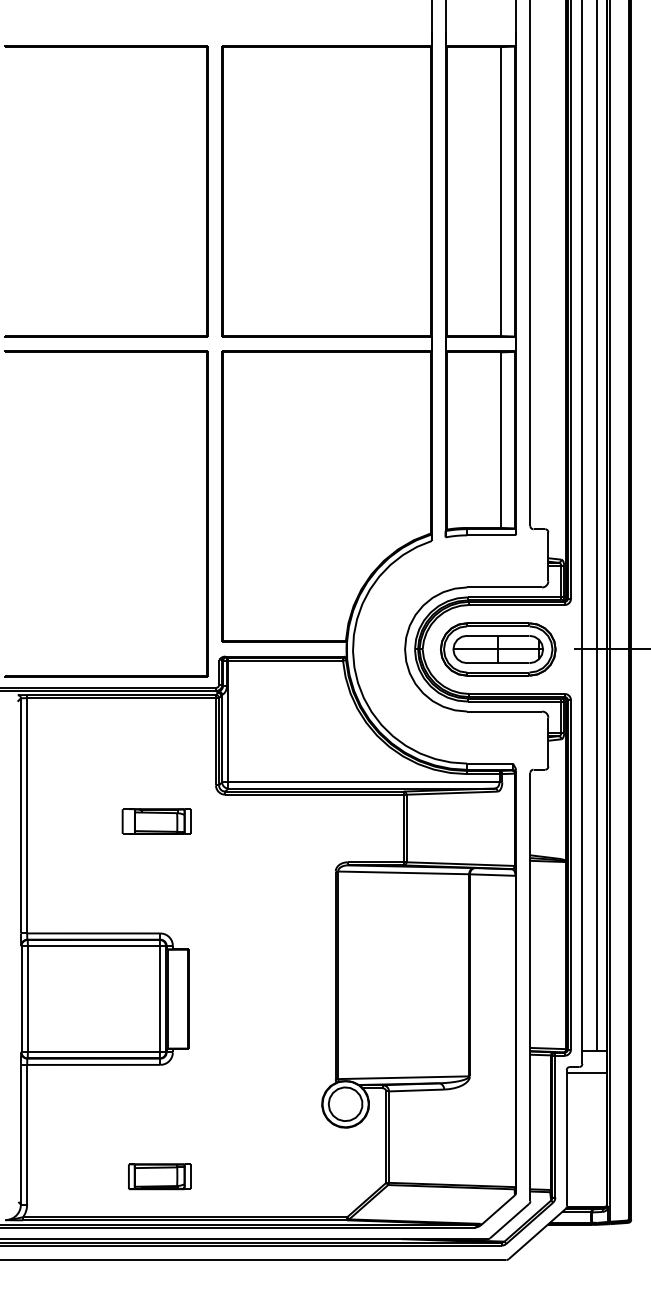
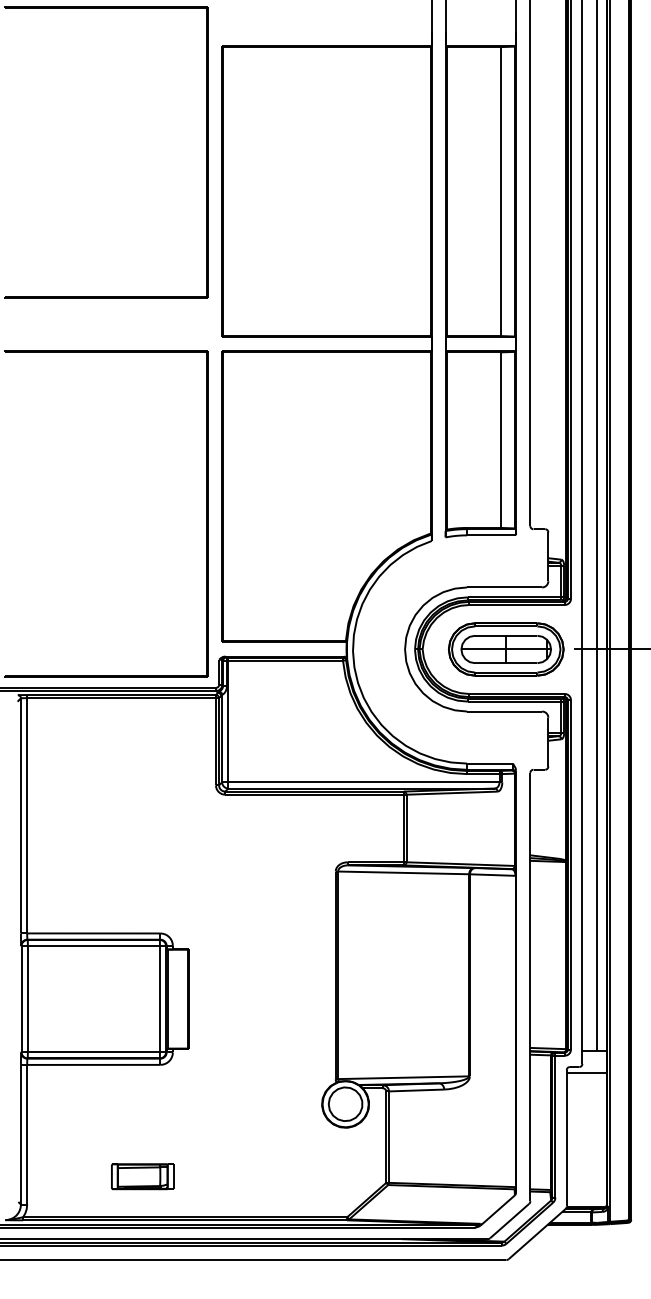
part at (206, 191) position: (206, 191) -> (206, 152)
part at (497, 649) position: (497, 649) -> (505, 649)
part at (156, 821): present -> none
part at (159, 1176) position: (159, 1176) -> (142, 1176)
